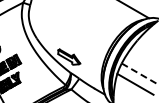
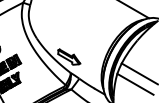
line at (139, 73): dashed -> solid
